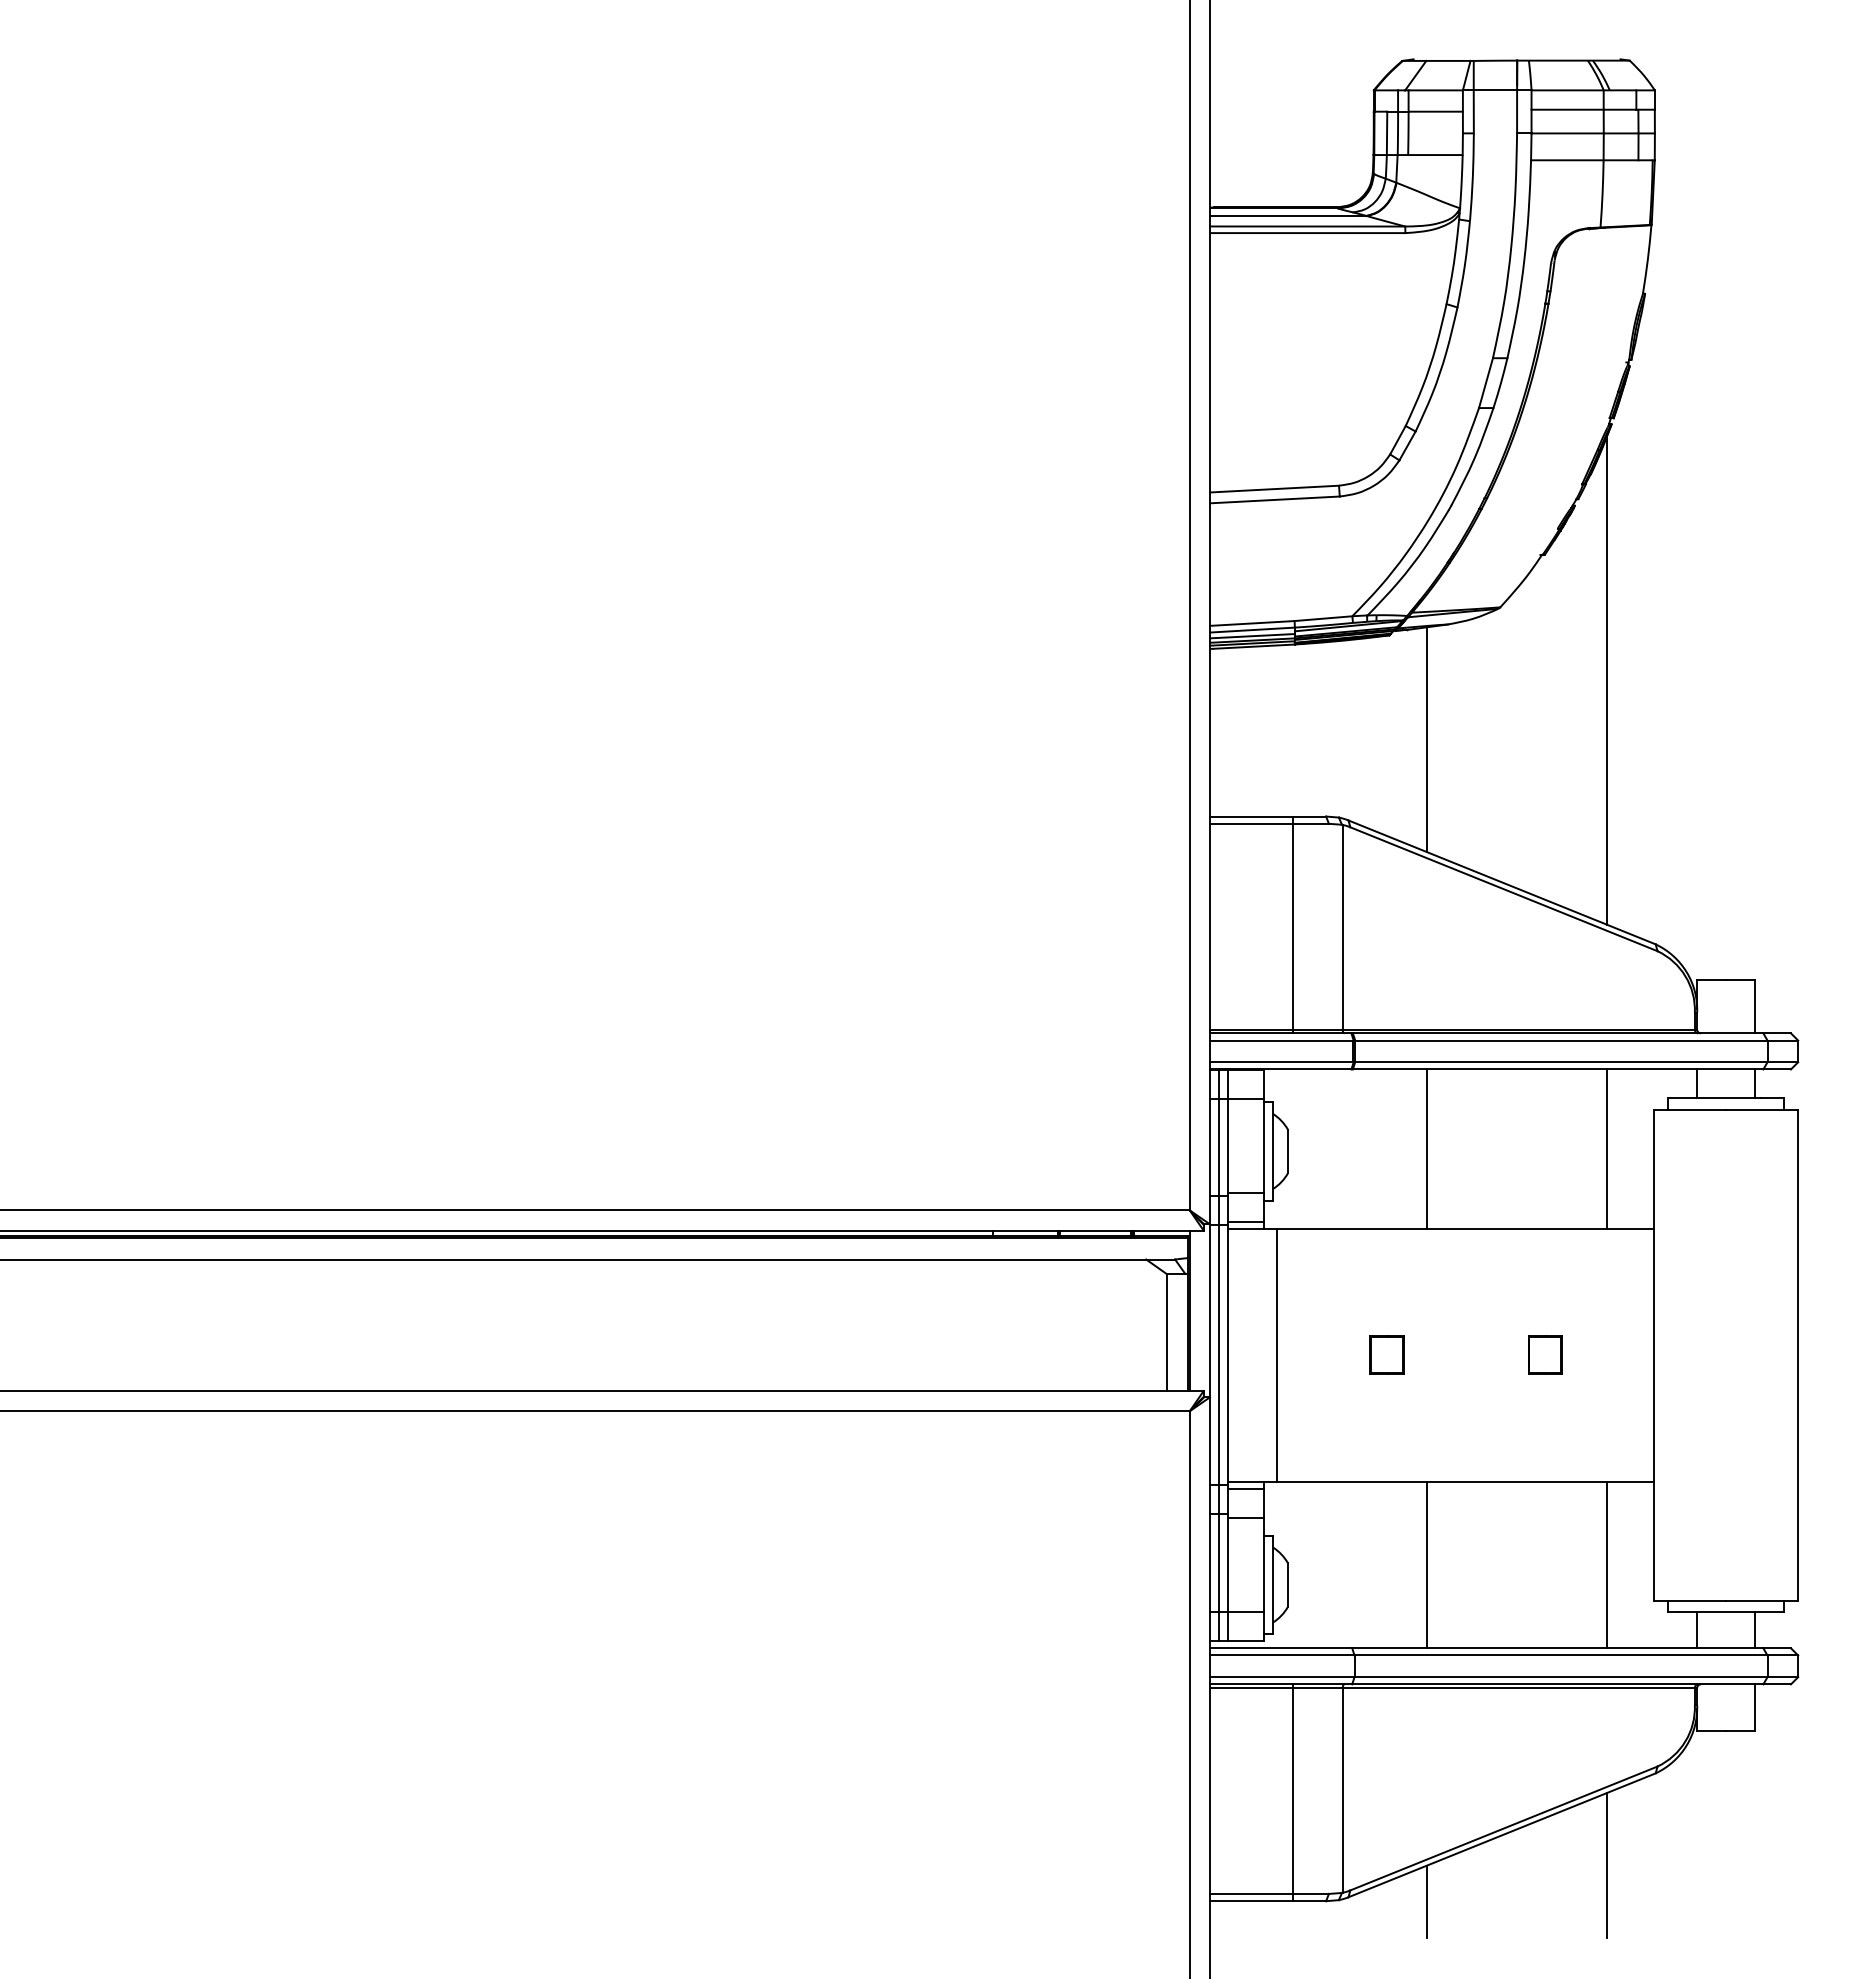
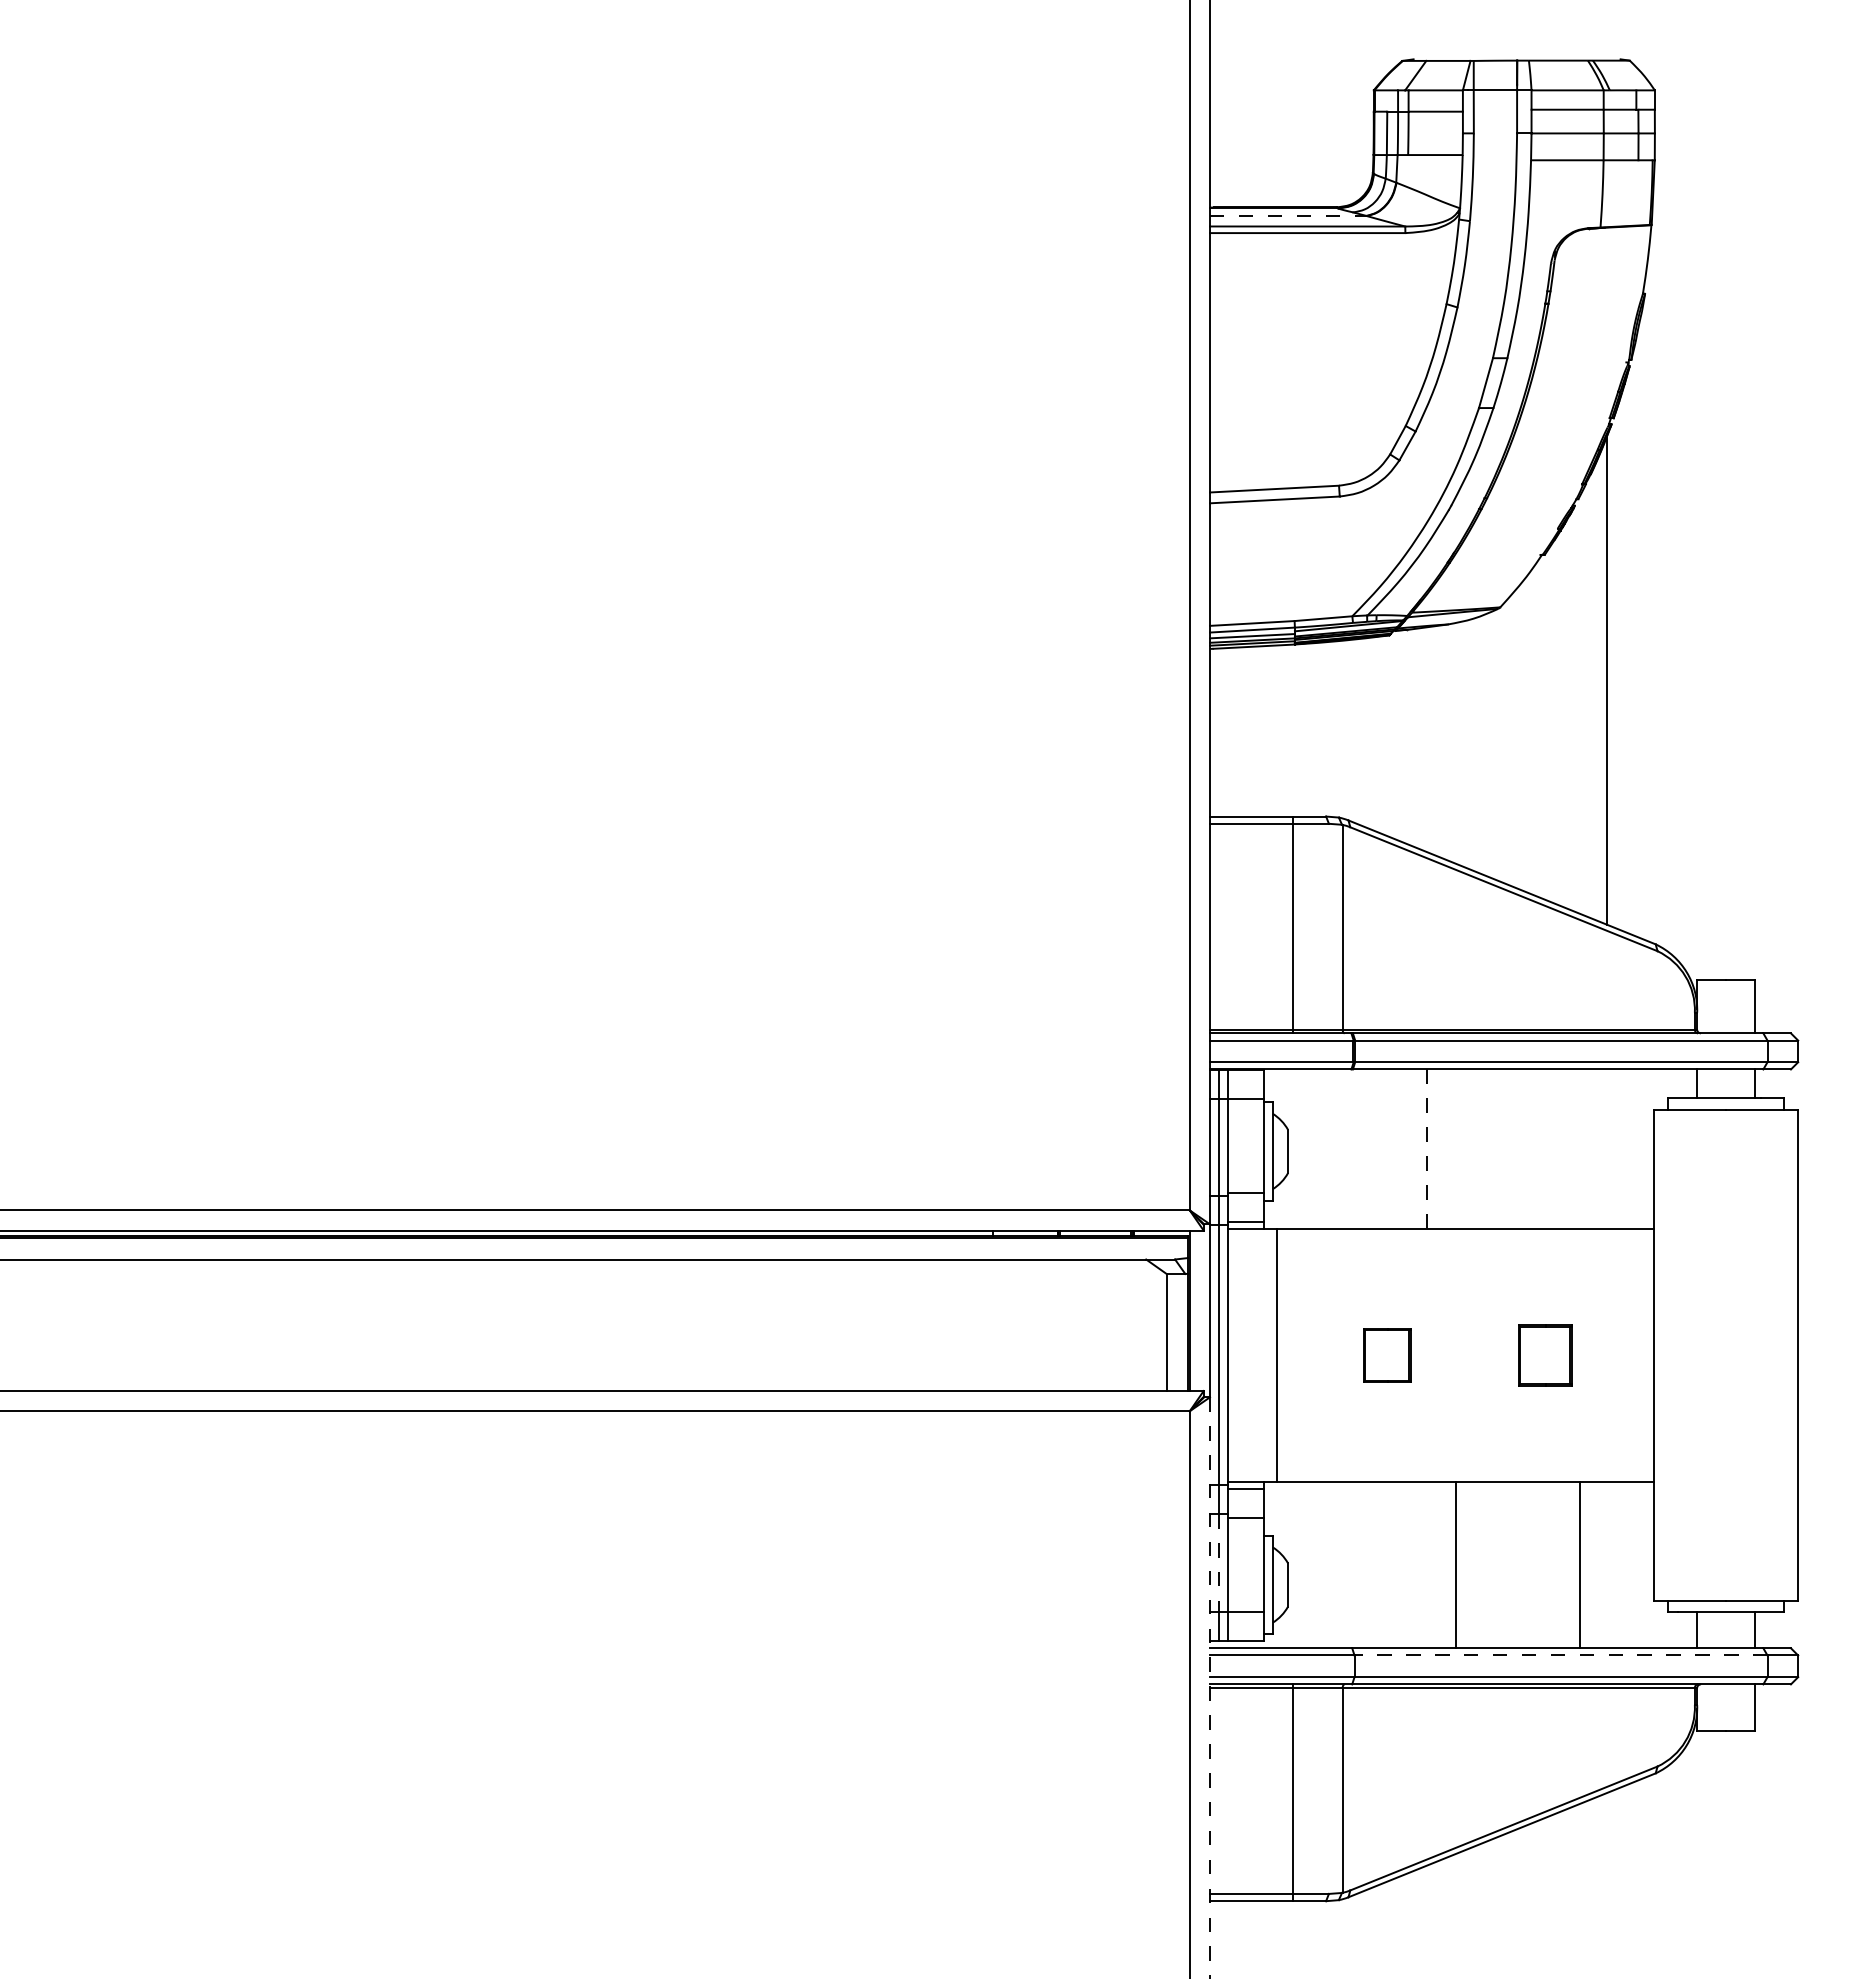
line at (1288, 216): solid -> dashed
line at (1426, 739): present -> none
line at (1607, 1148): present -> none
line at (1426, 1149): solid -> dashed
part at (1386, 1354) size: 36x40 px -> 49x55 px
part at (1545, 1354) size: 35x40 px -> 55x63 px
line at (1219, 1563): solid -> dashed
line at (1426, 1564) position: (1426, 1564) -> (1455, 1564)
line at (1607, 1564) position: (1607, 1564) -> (1580, 1564)
line at (1560, 1655): solid -> dashed
line at (1210, 1688): solid -> dashed
line at (1607, 1865): present -> none
line at (1426, 1901): present -> none
